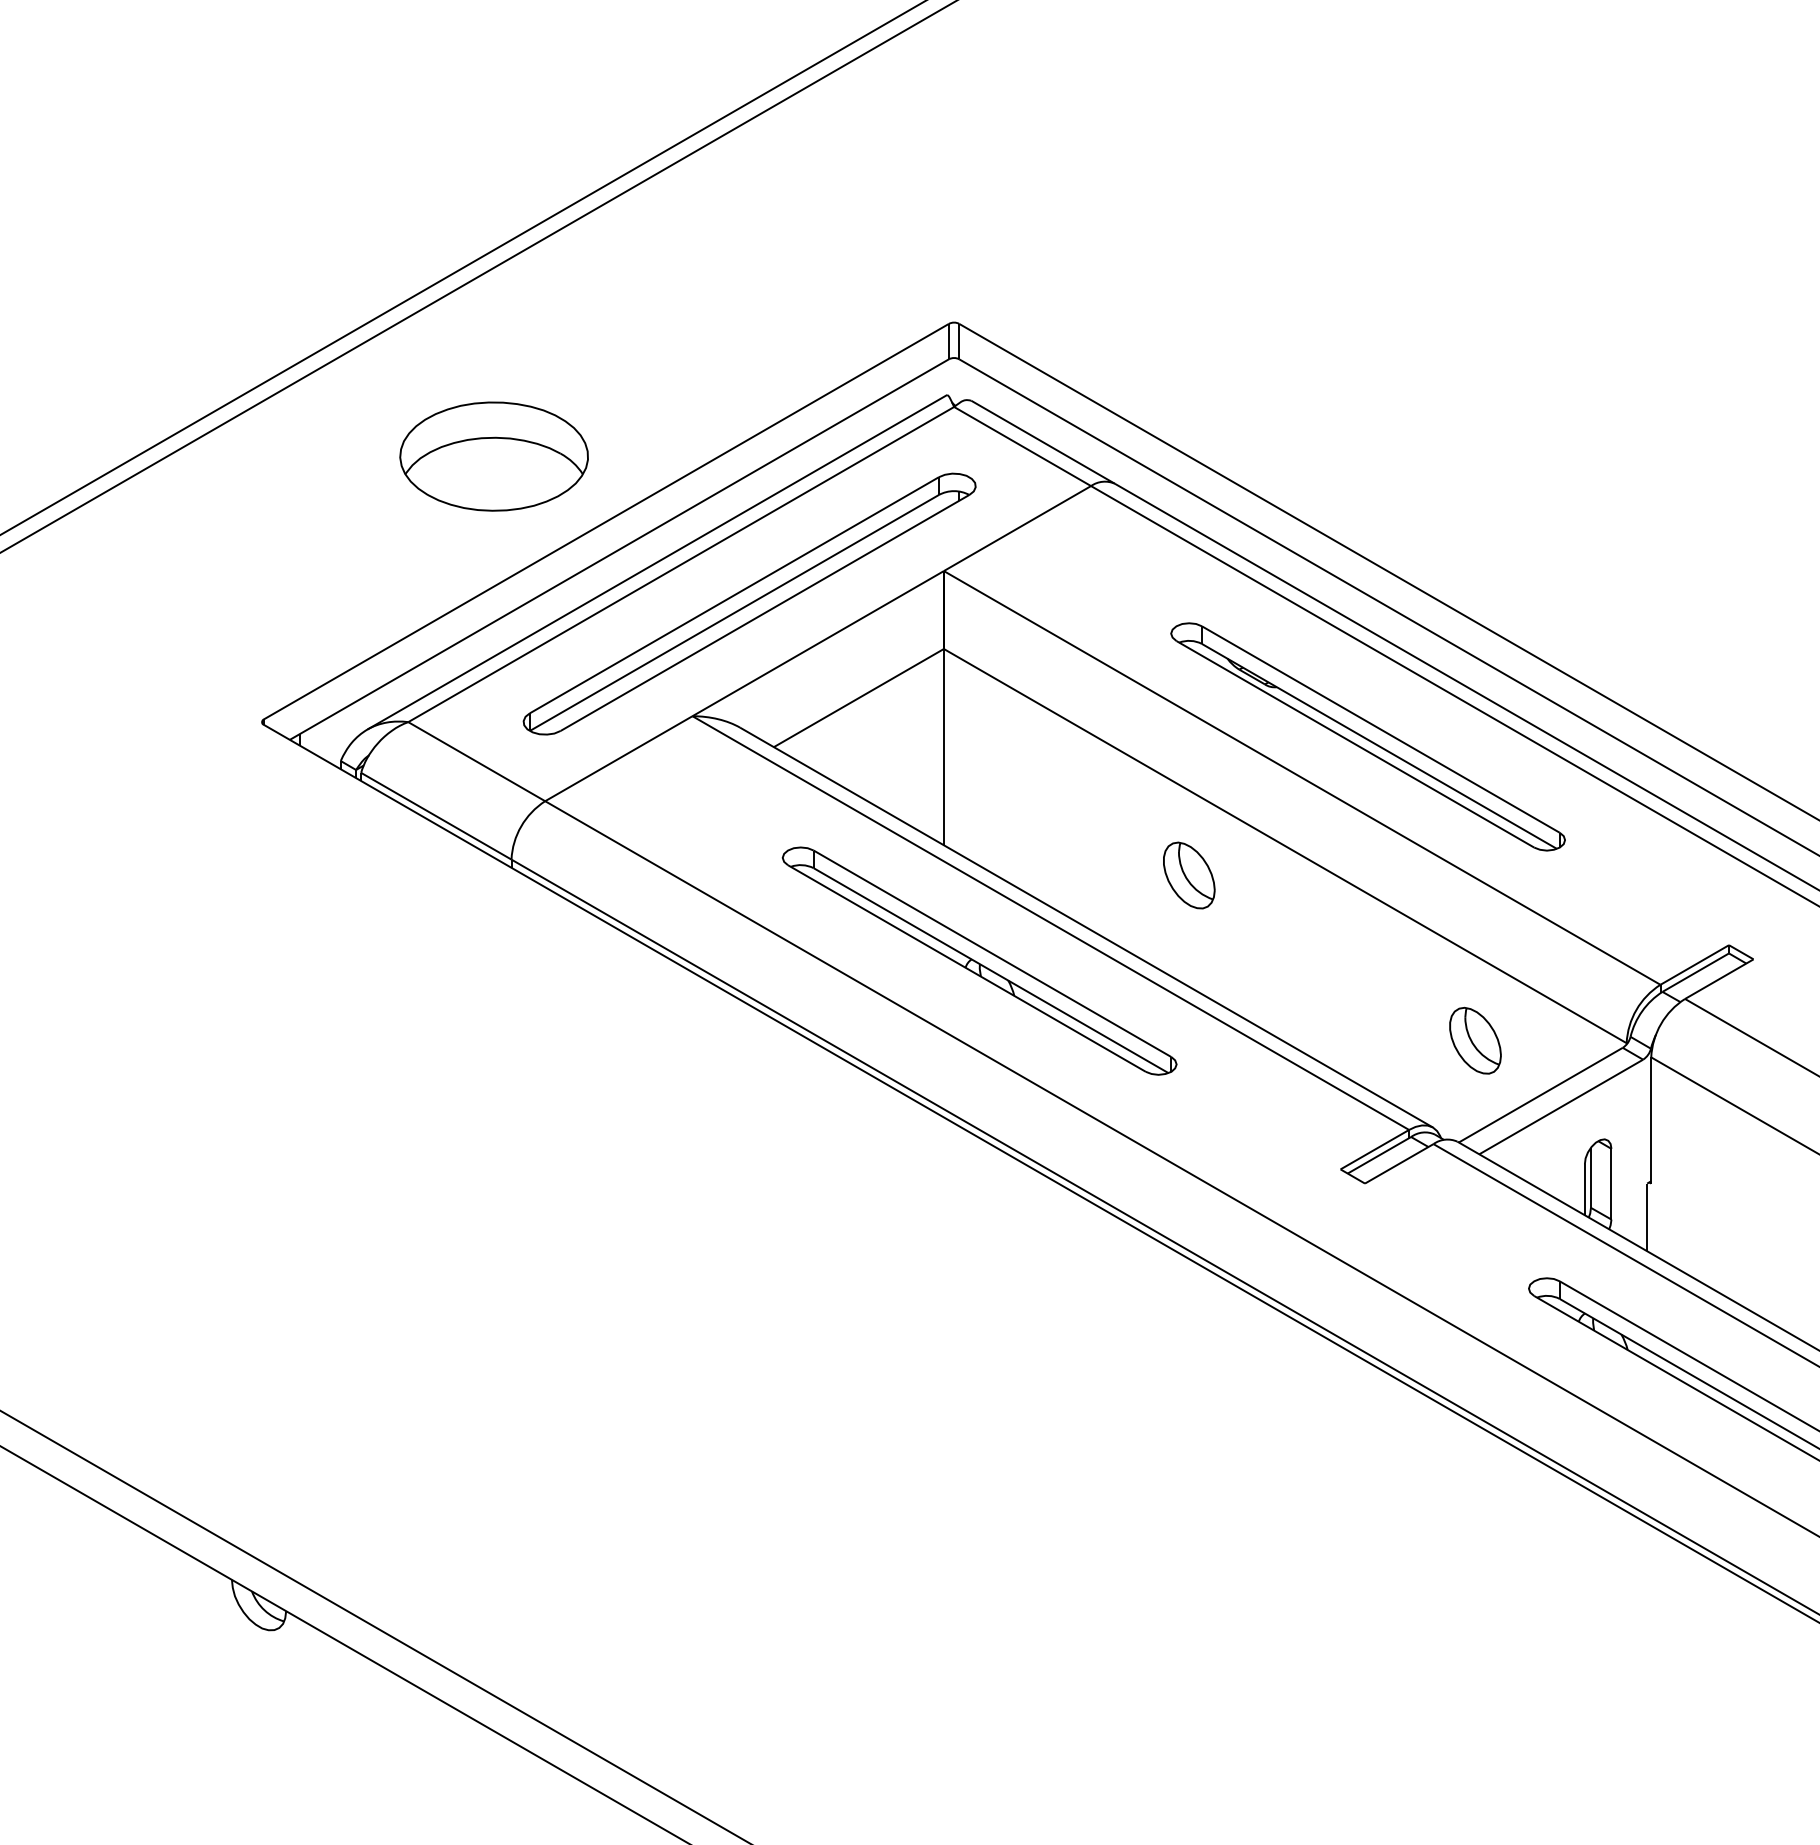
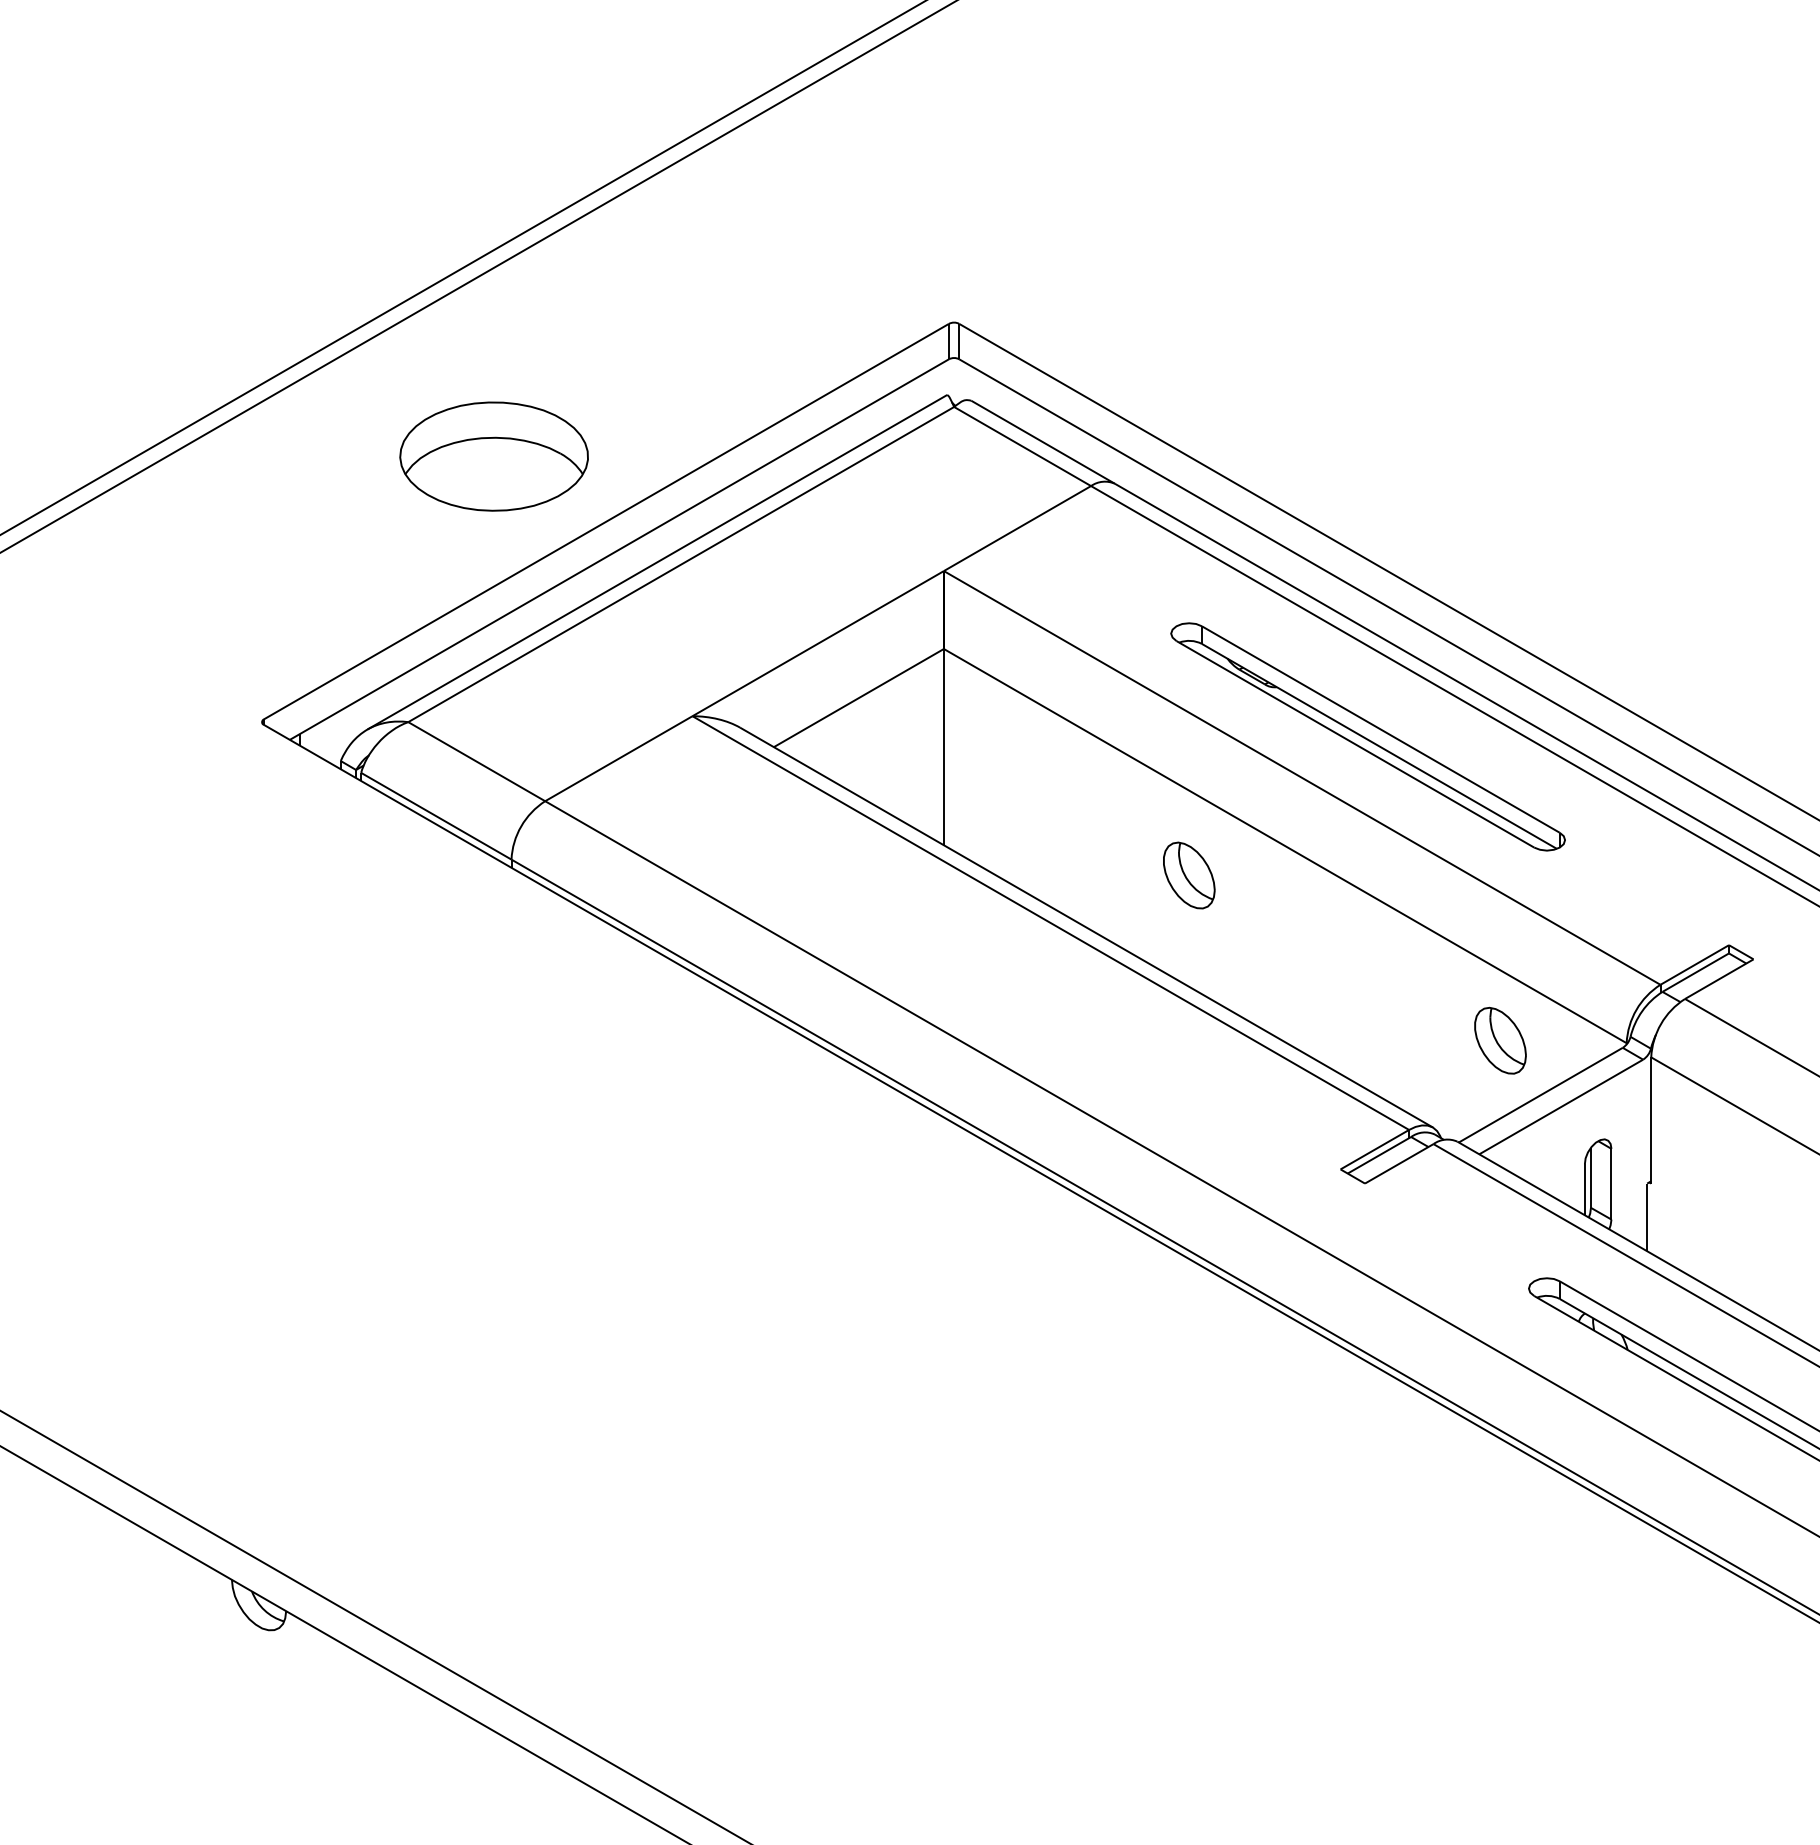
part at (749, 603): present -> none
part at (979, 960): present -> none
part at (1475, 1040) position: (1475, 1040) -> (1500, 1040)
